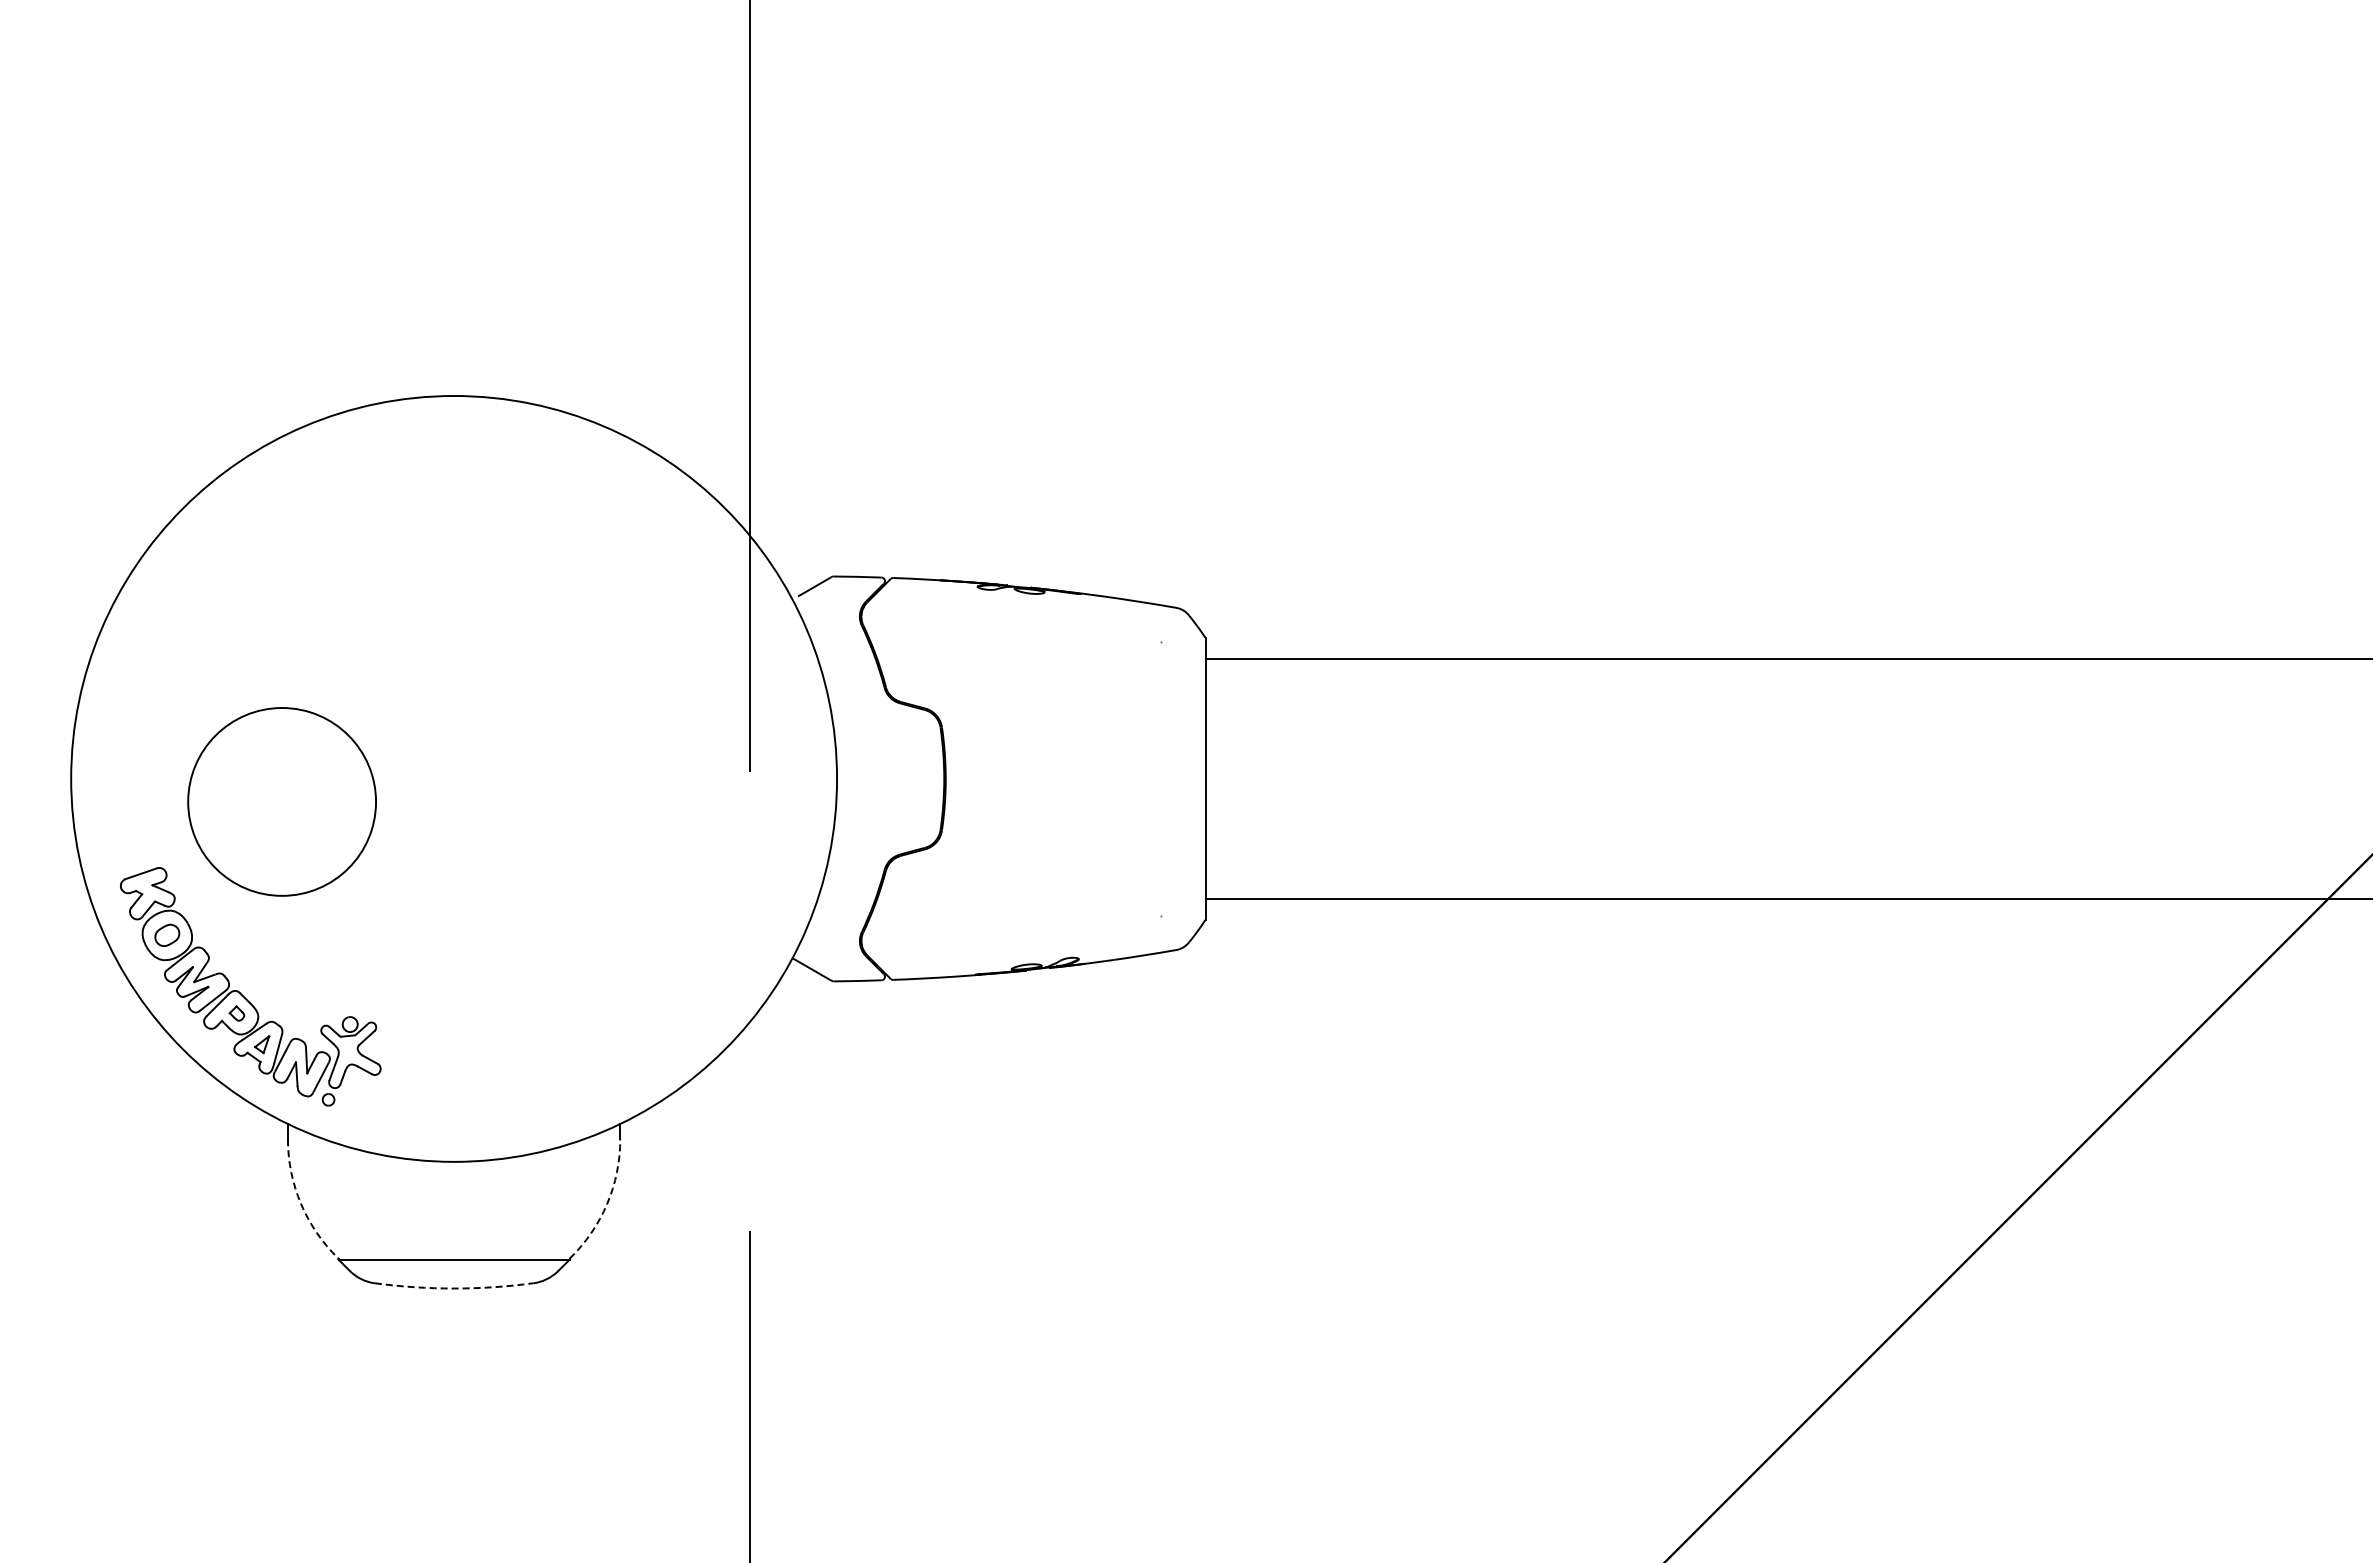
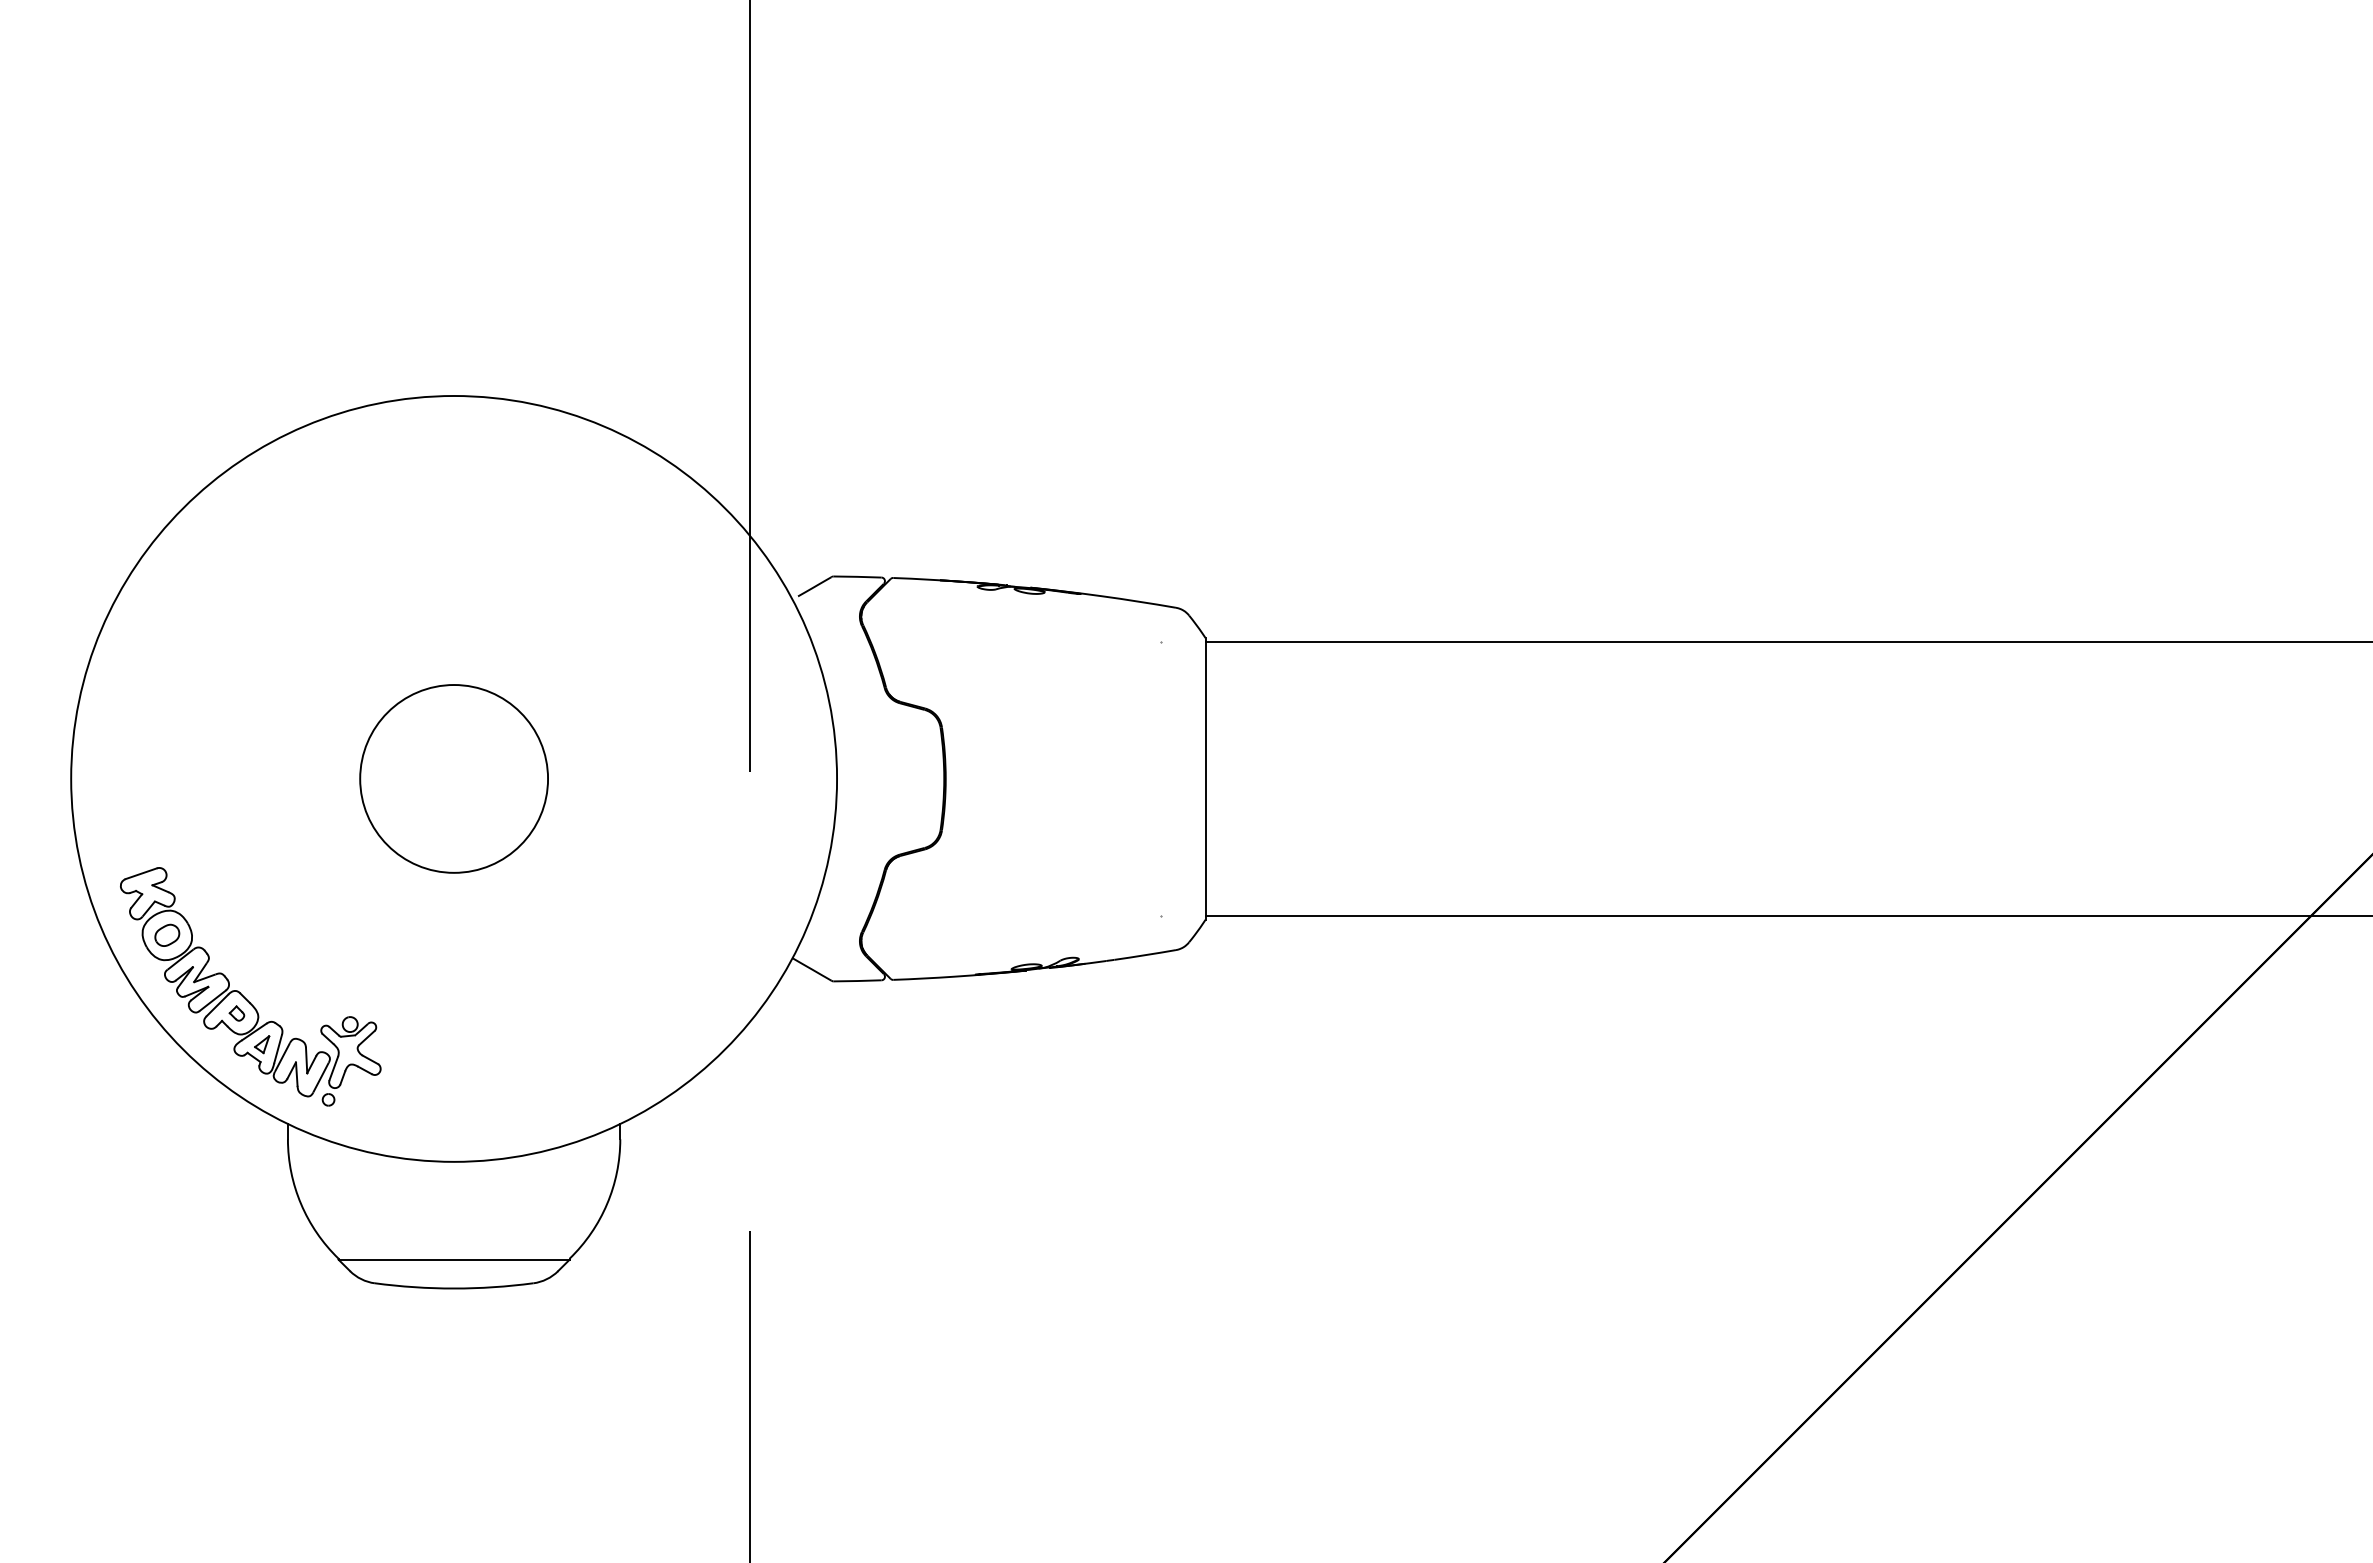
line at (1787, 658) position: (1787, 658) -> (1787, 641)
circle at (281, 801) position: (281, 801) -> (453, 778)
line at (1787, 899) position: (1787, 899) -> (1787, 916)
arc at (301, 1204): dashed -> solid
arc at (607, 1204): dashed -> solid
arc at (454, 1288): dashed -> solid
